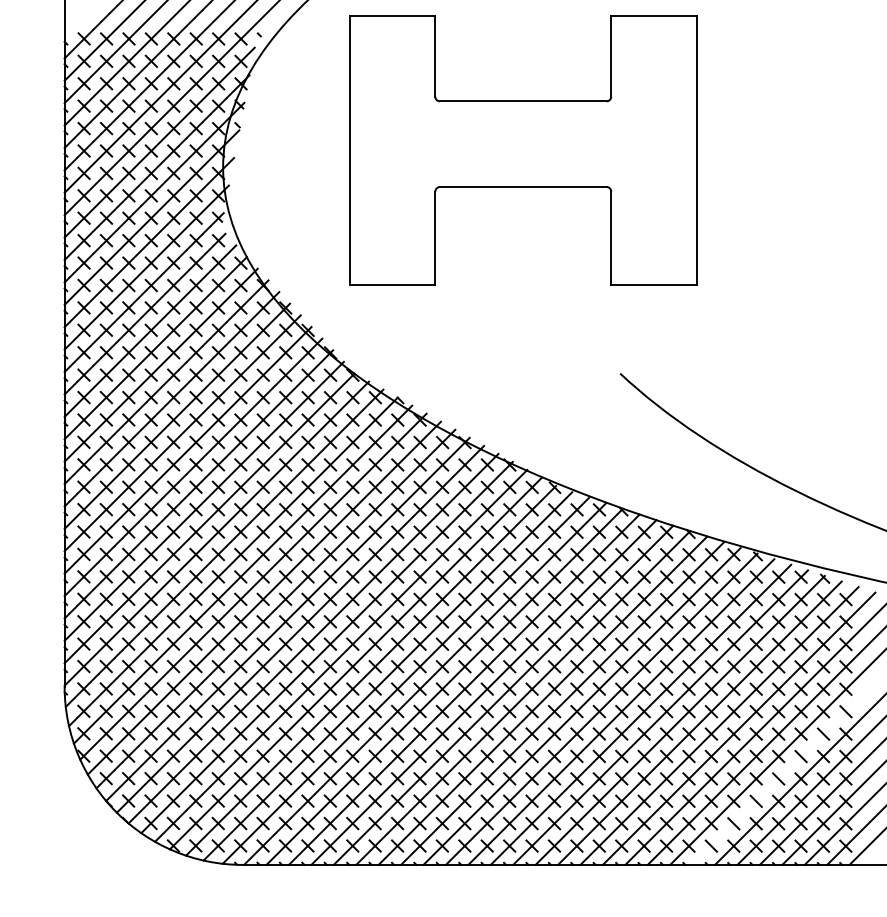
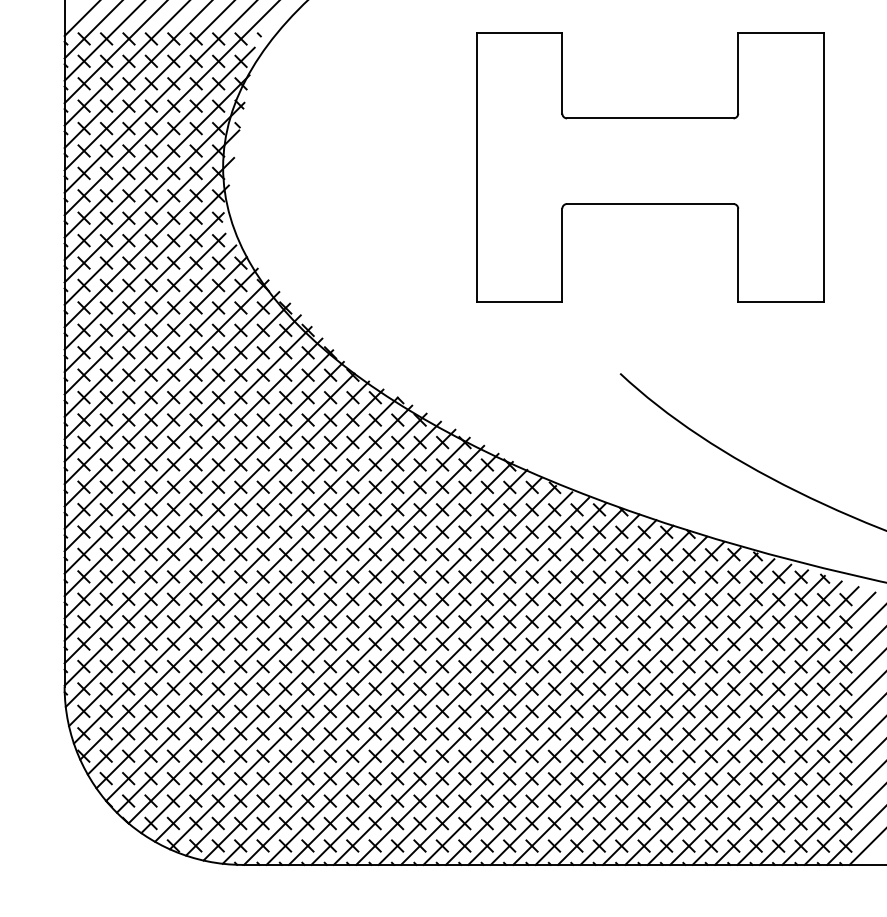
line at (81, 19): none -> present
part at (523, 150) position: (523, 150) -> (650, 167)
line at (787, 769): none -> present
